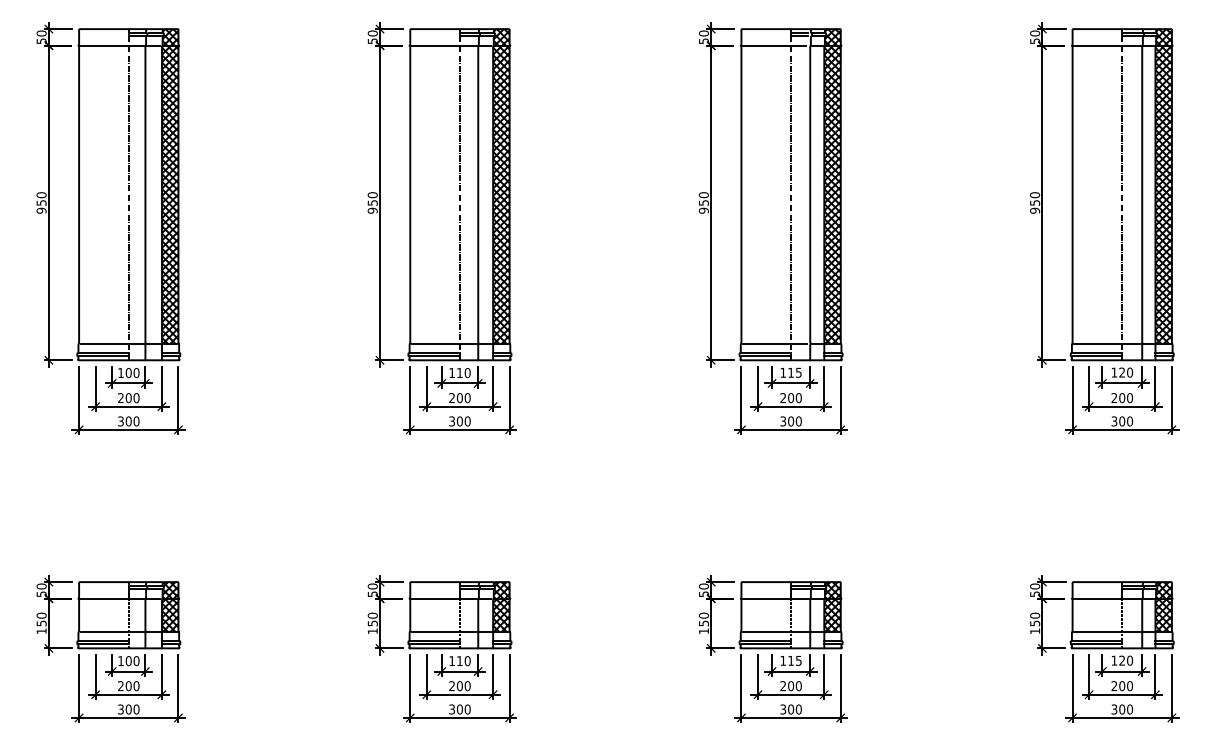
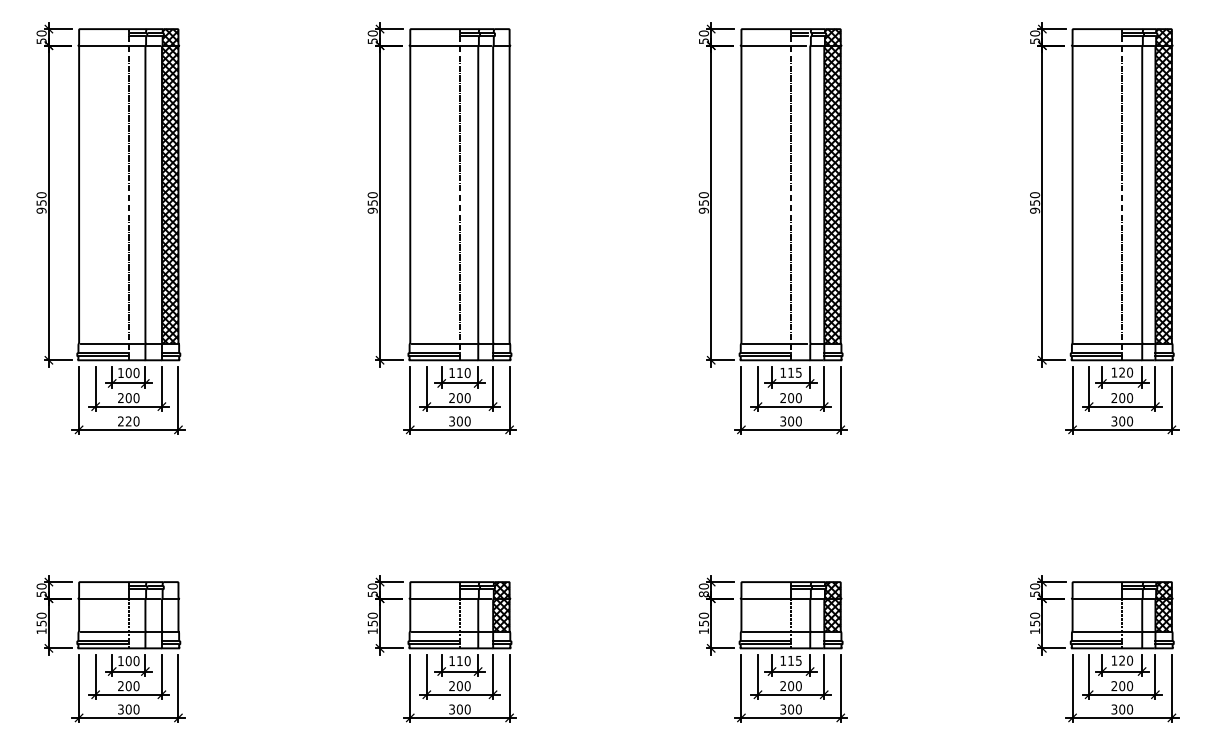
hatch at (501, 186): present -> none
text at (124, 421): 300 -> 220
text at (703, 594): 50 -> 80
hatch at (169, 606): present -> none
